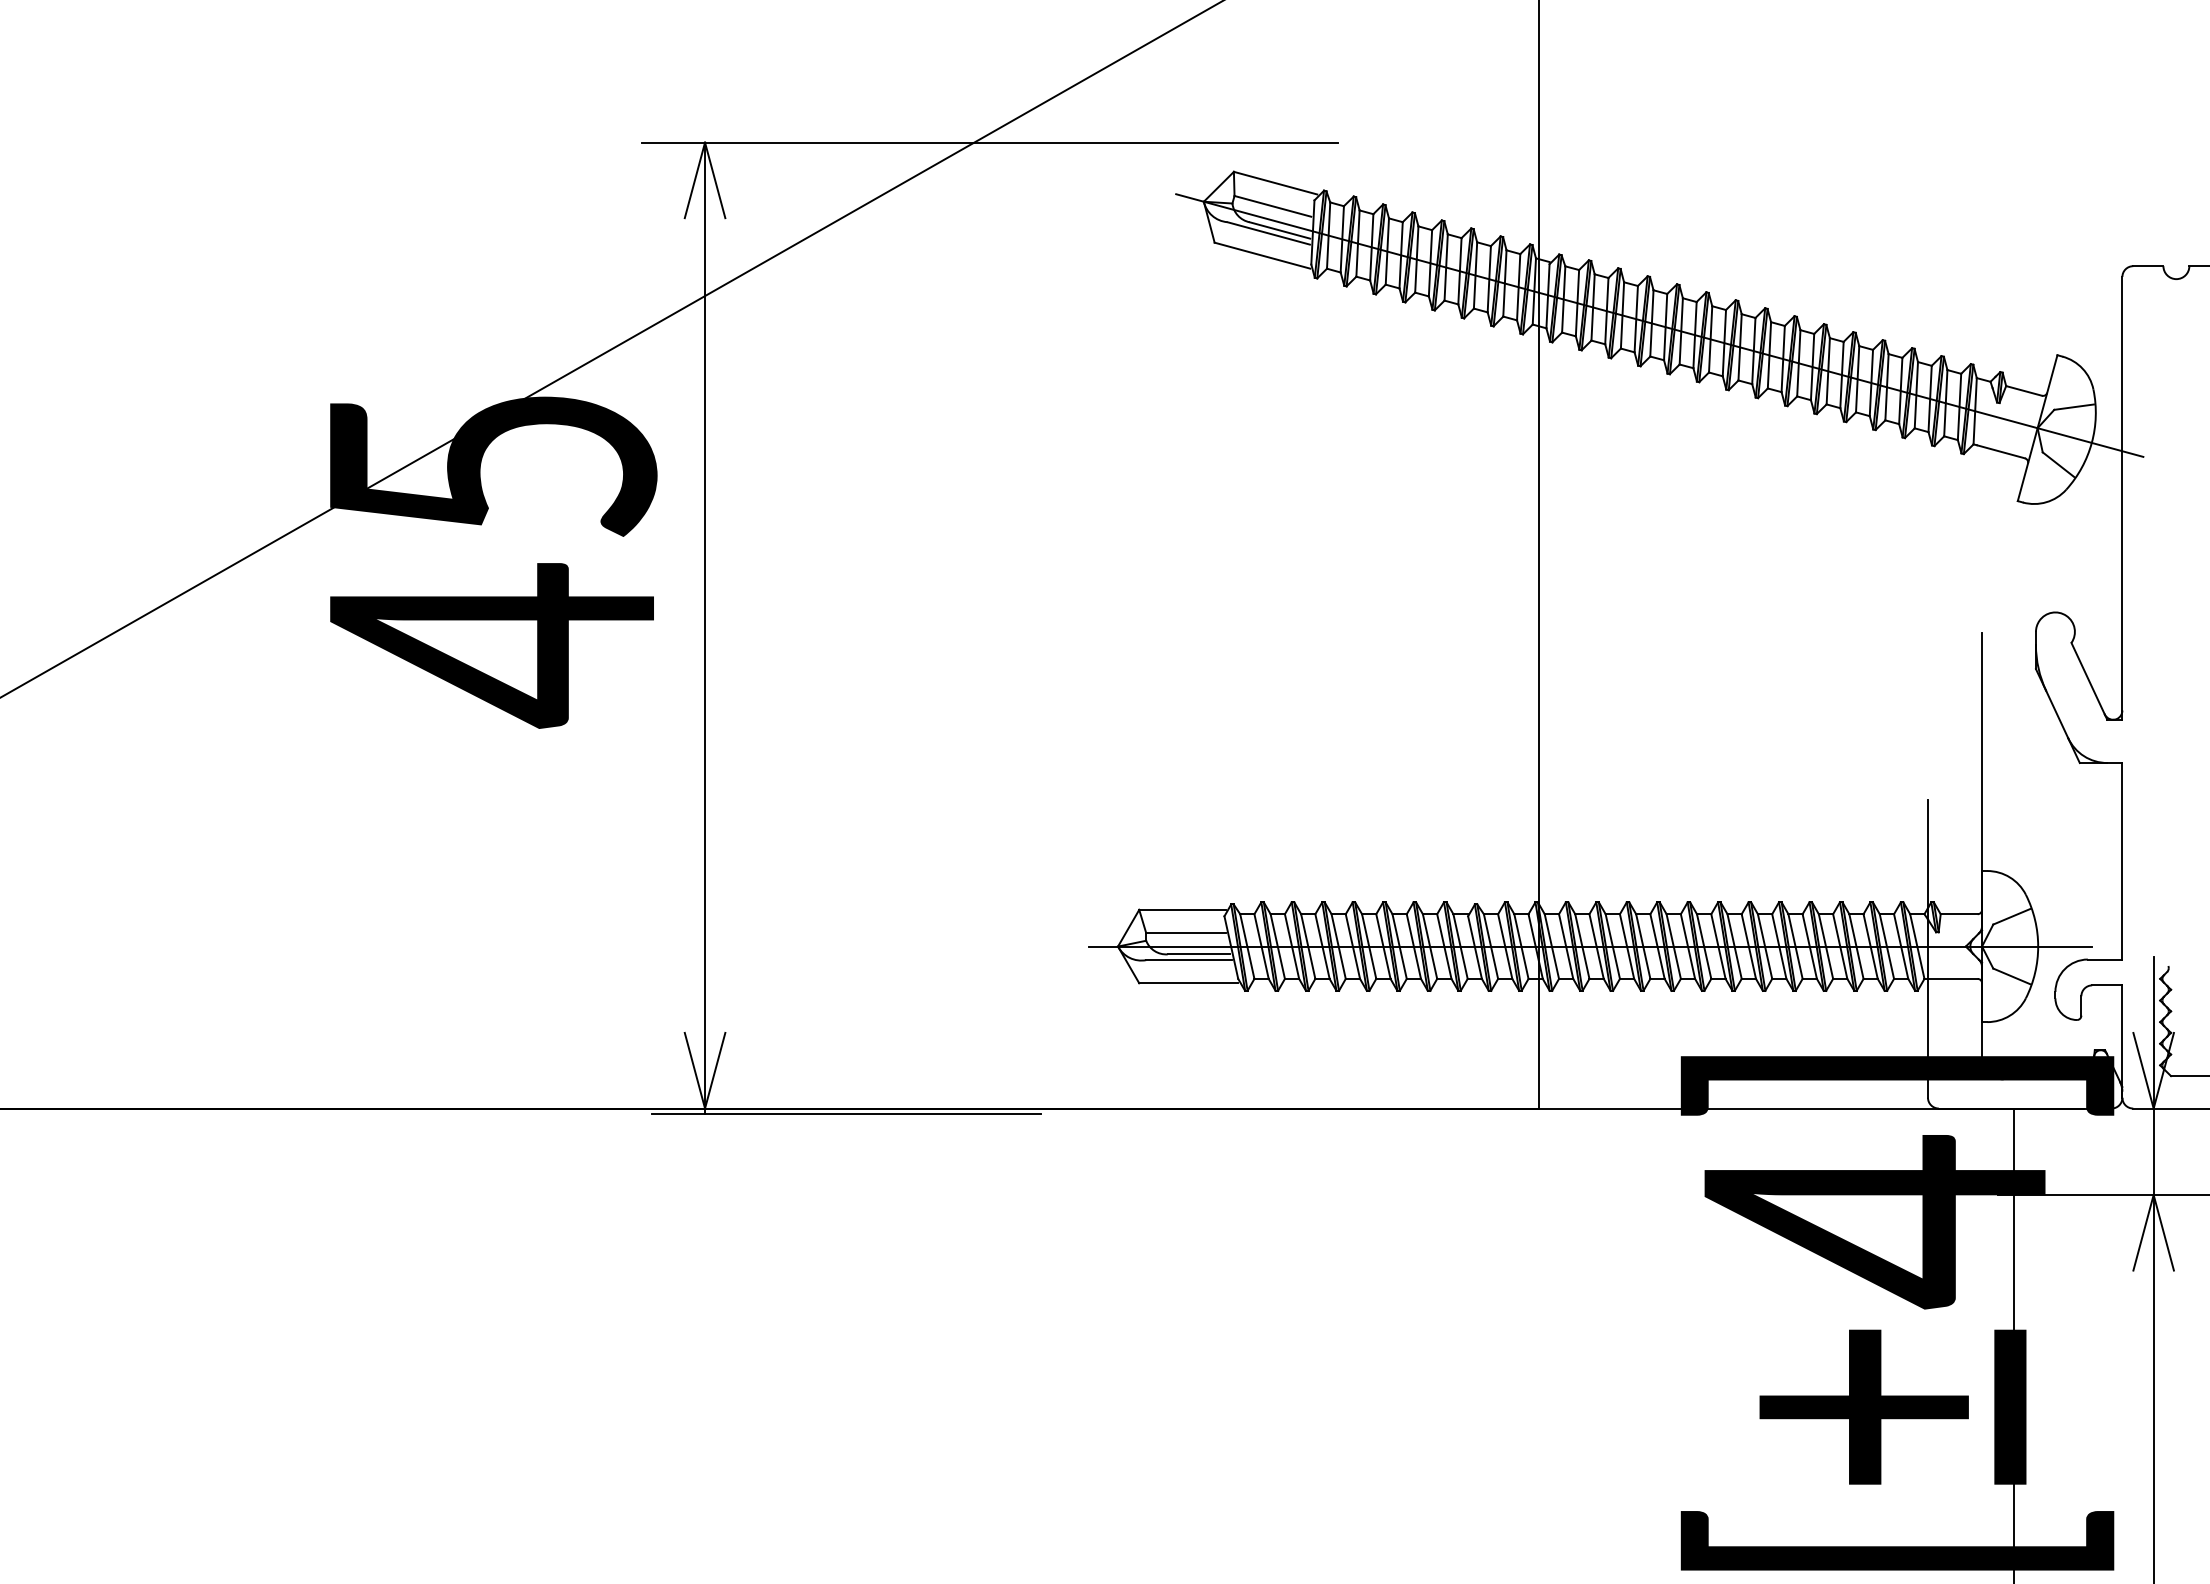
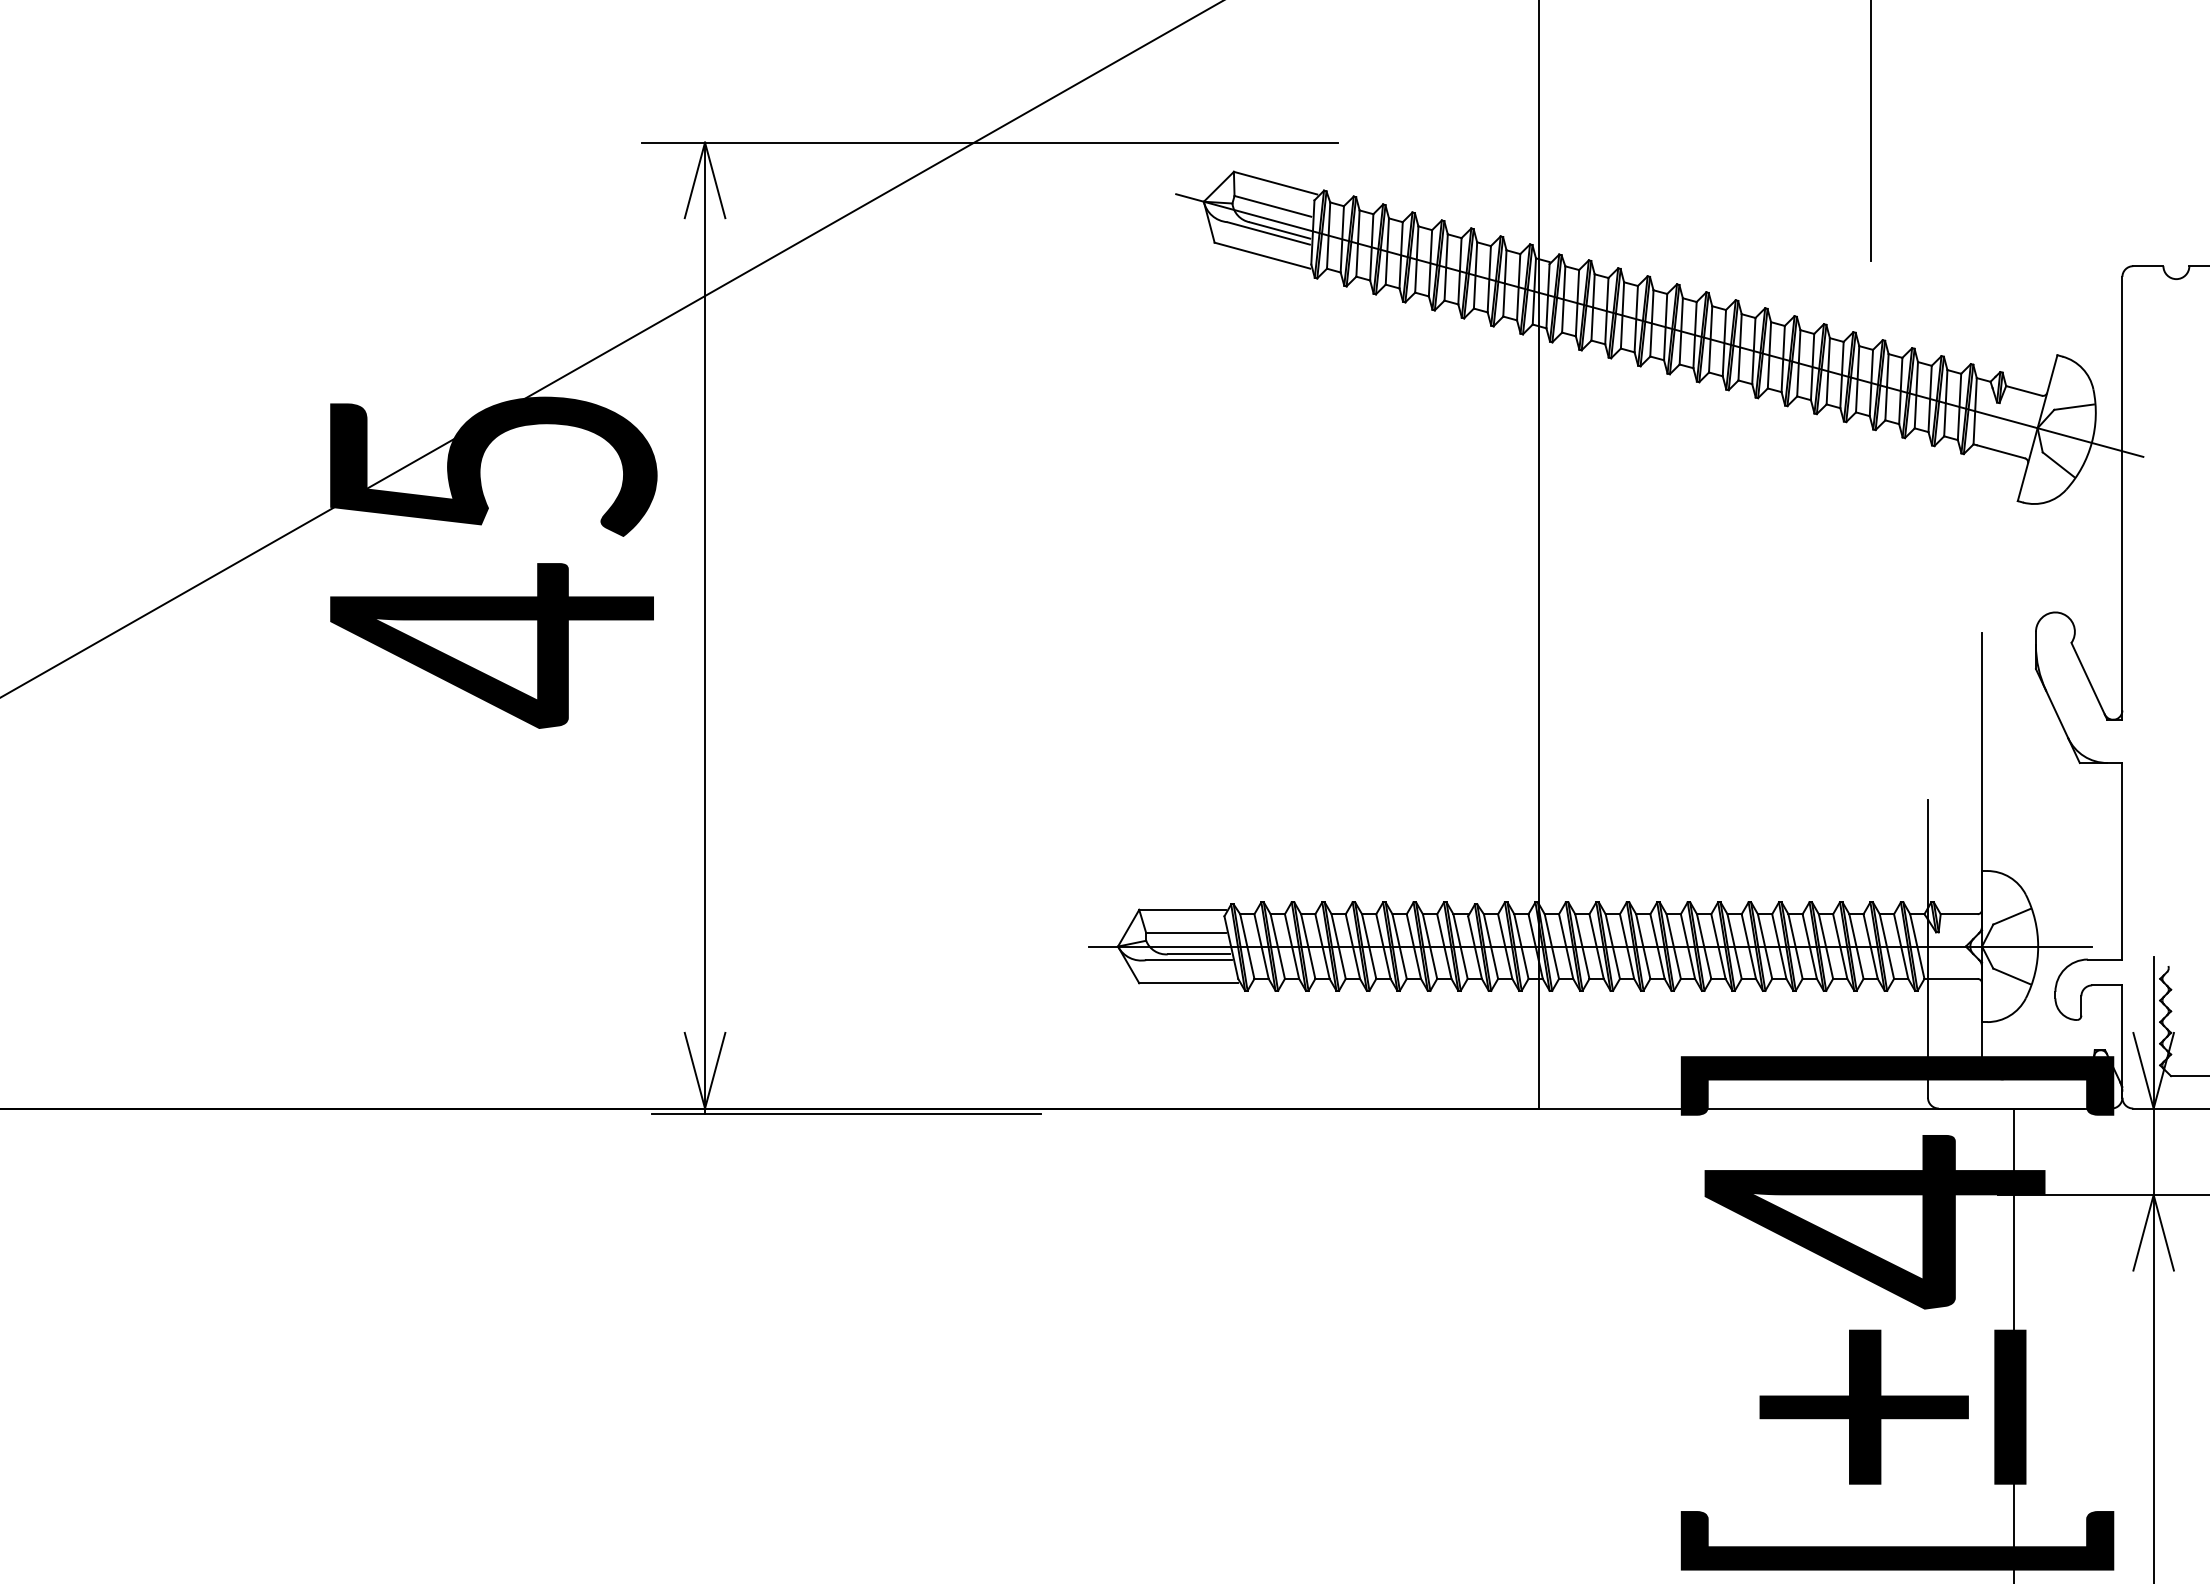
line at (1871, 131): none -> present
